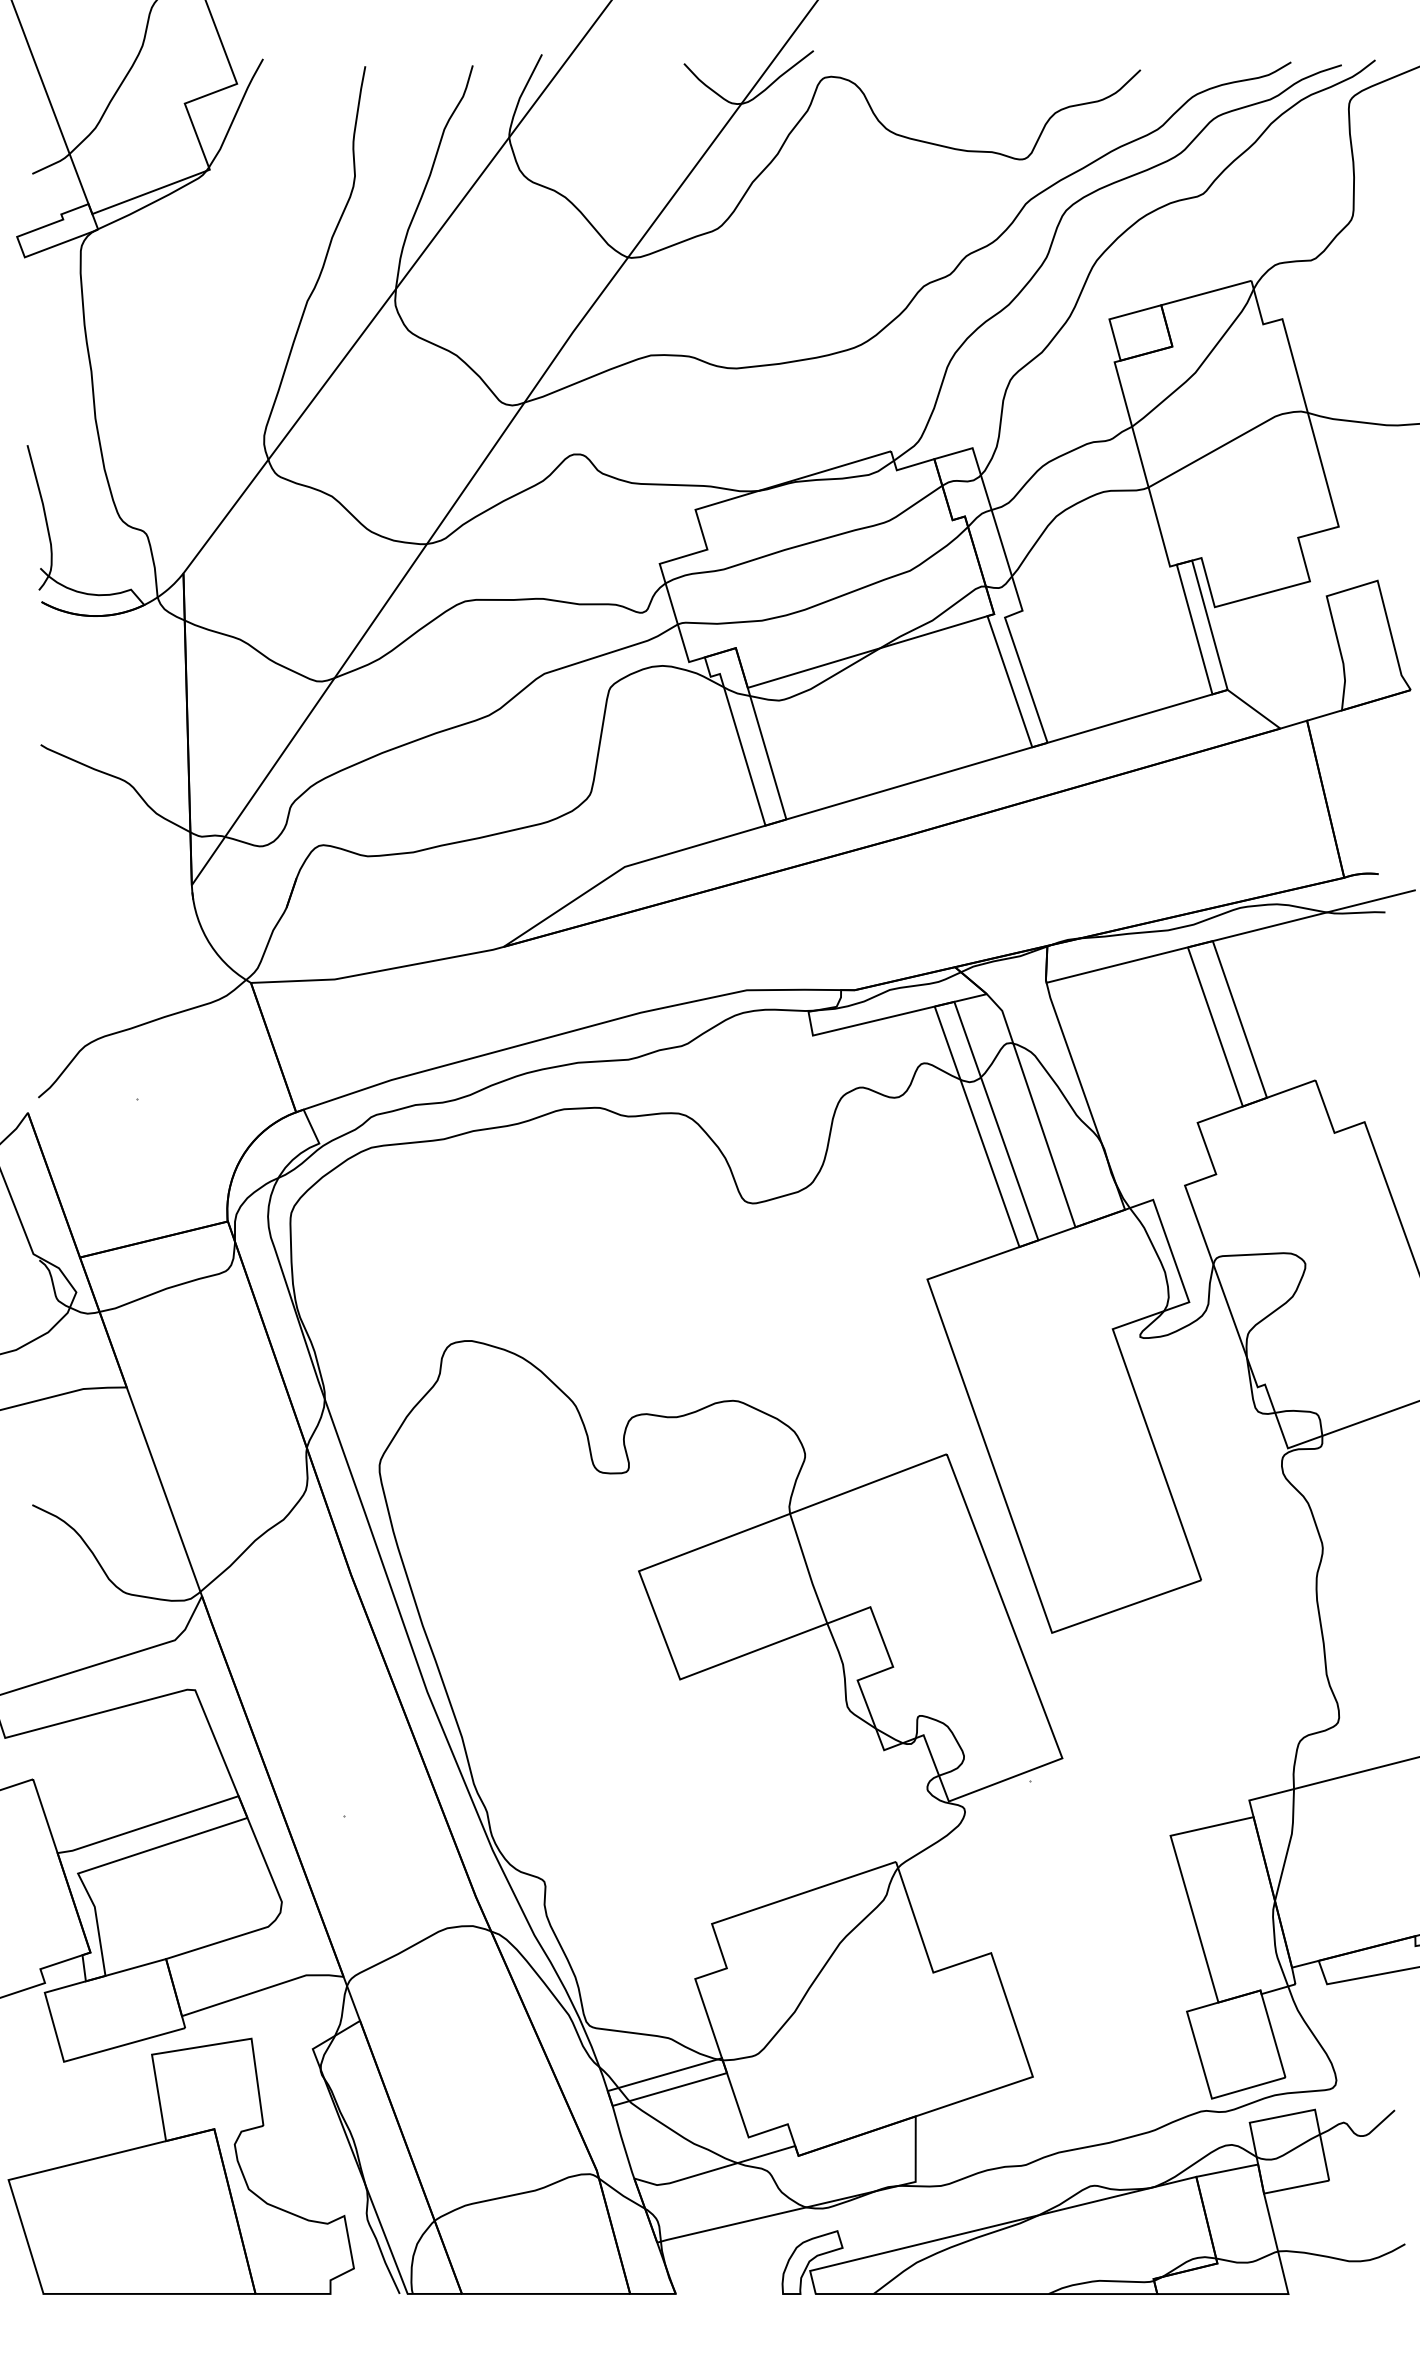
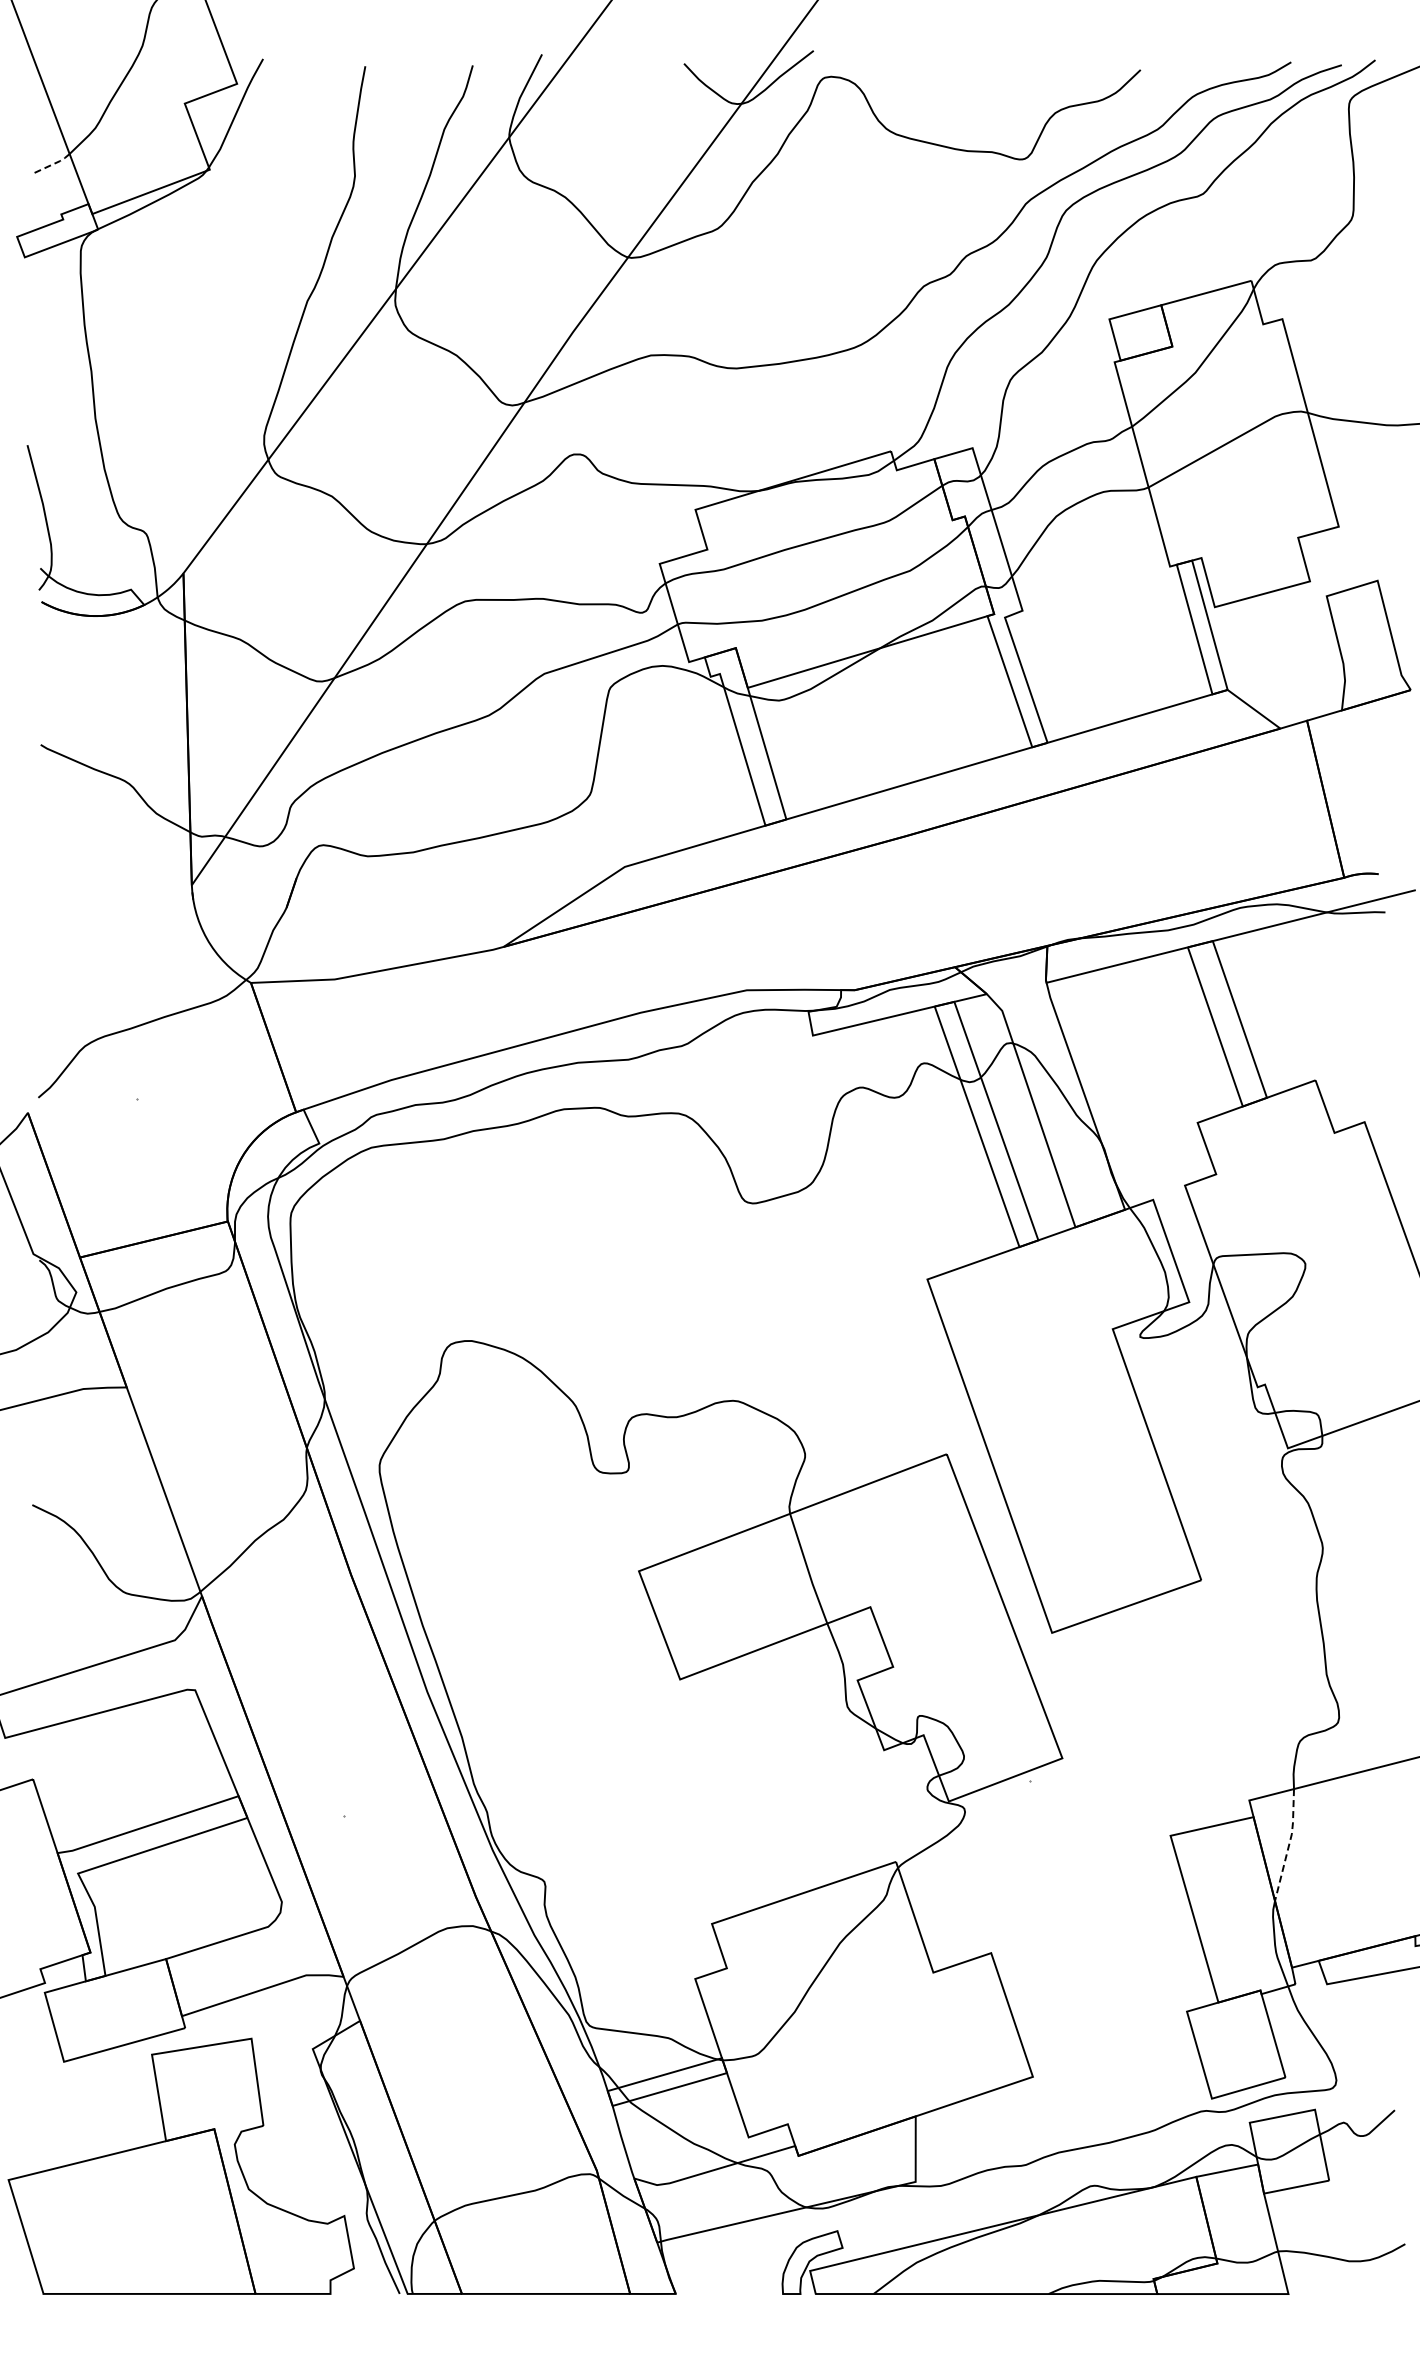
line at (52, 164): solid -> dashed
line at (1289, 1844): solid -> dashed
